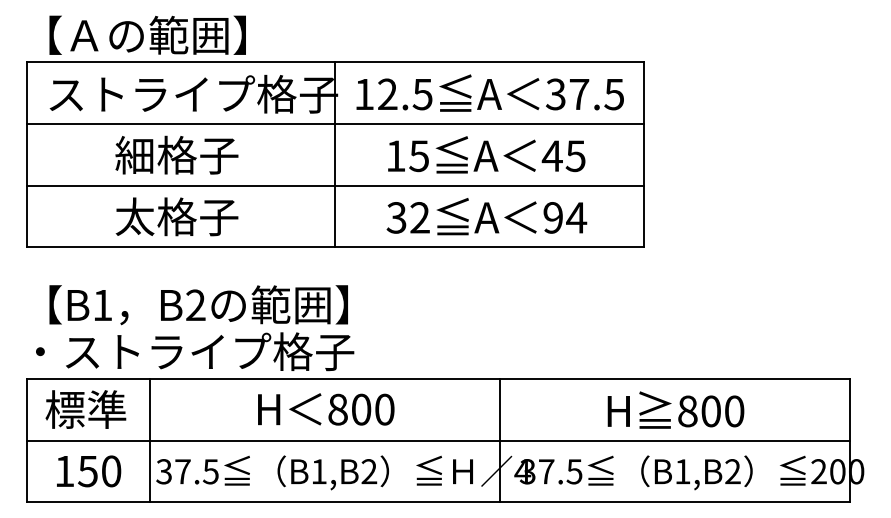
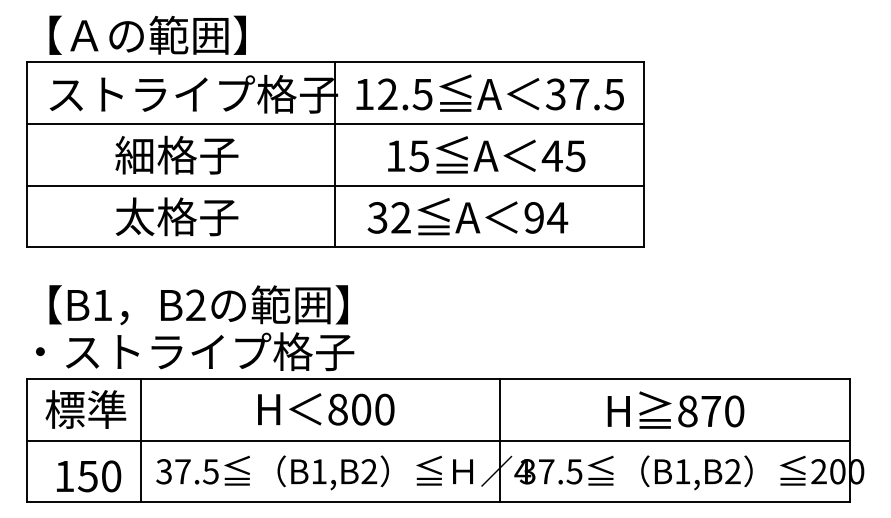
text at (486, 216) position: (486, 216) -> (467, 216)
text at (710, 411): 800 -> 870
line at (150, 440) position: (150, 440) -> (141, 440)
text at (89, 471) position: (89, 471) -> (89, 476)
